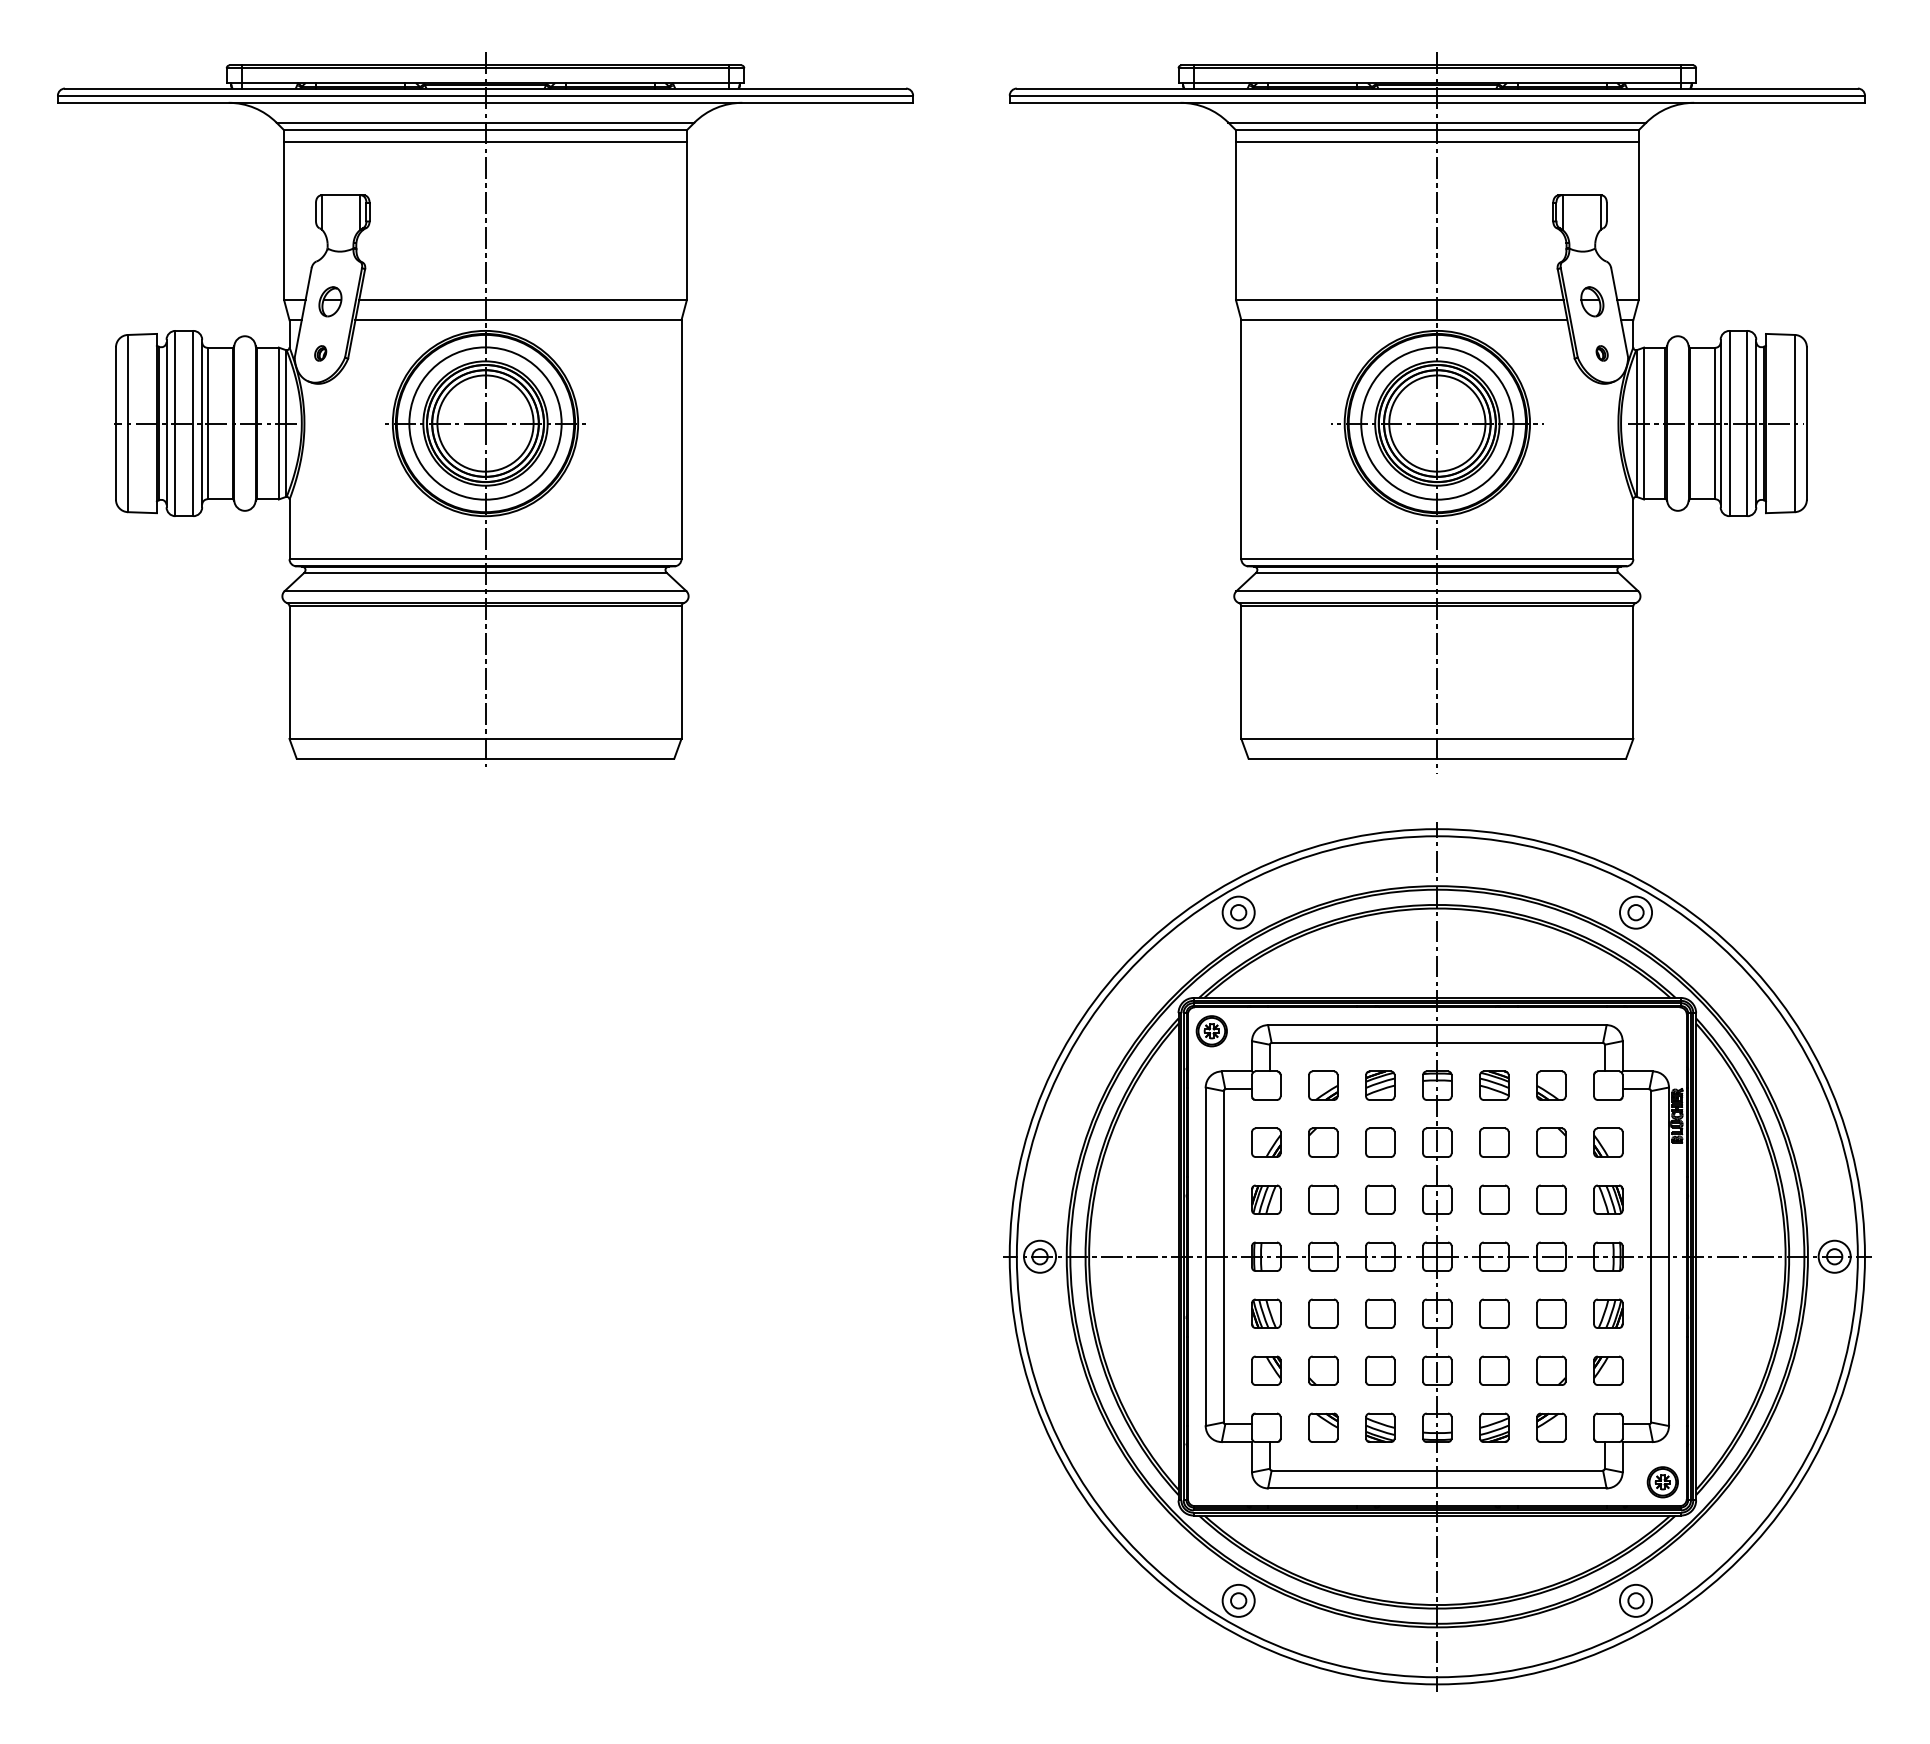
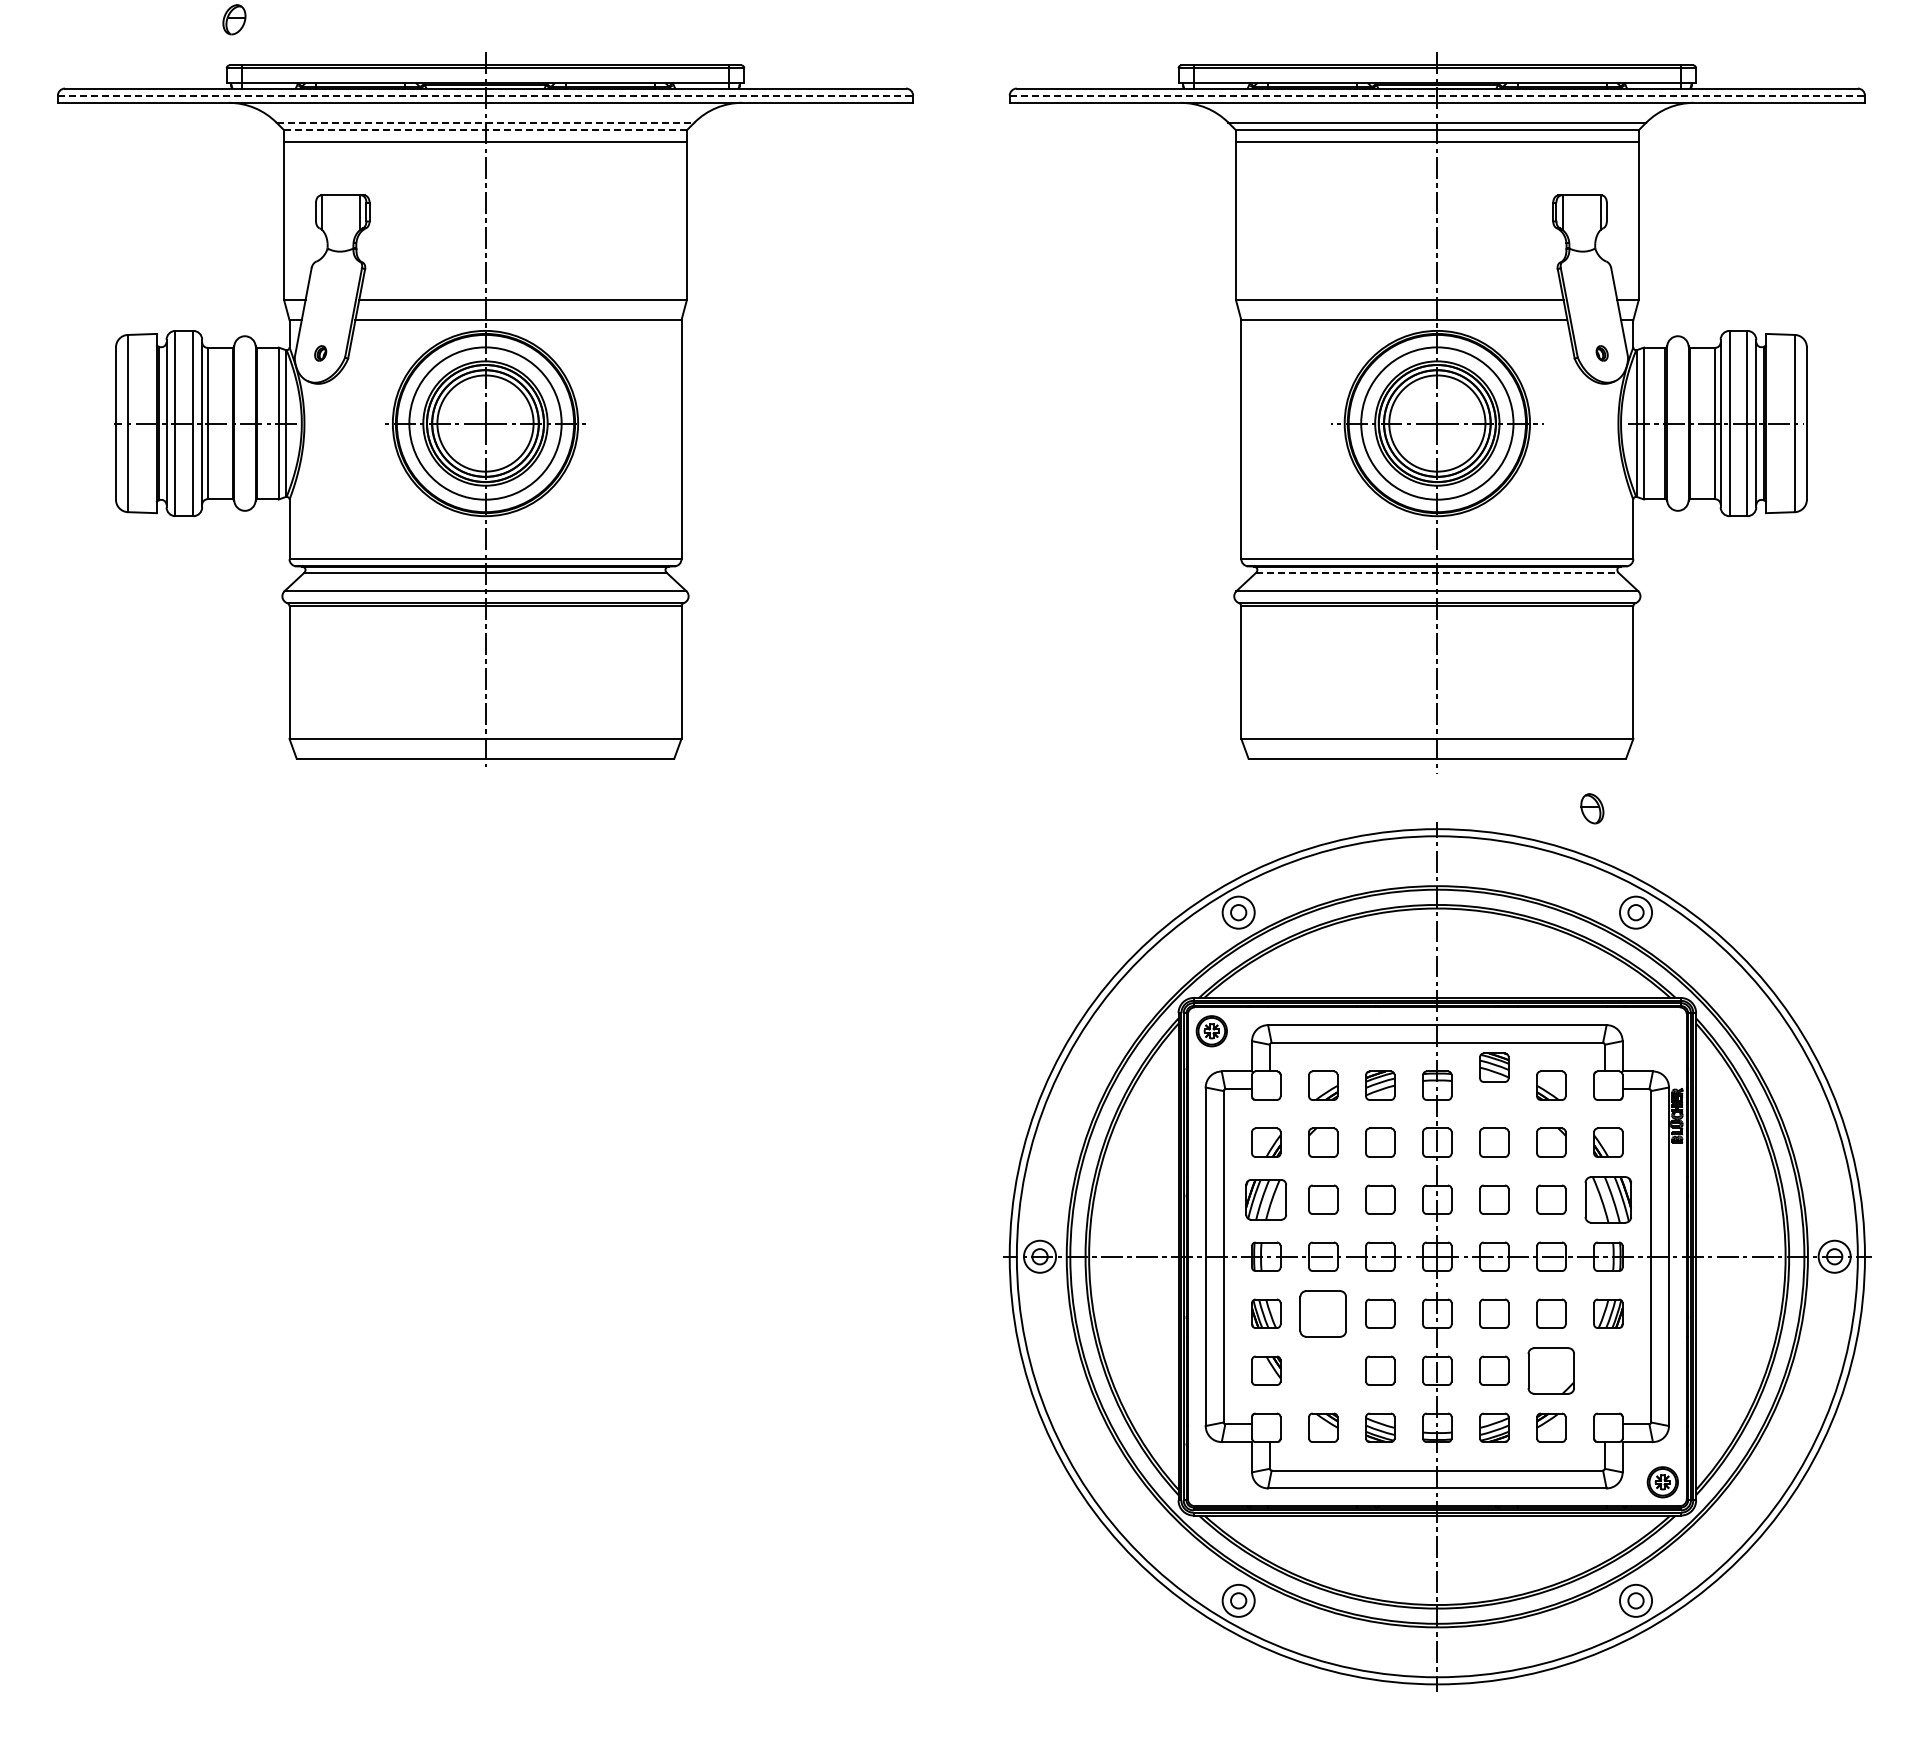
line at (485, 95): solid -> dashed
line at (1437, 95): solid -> dashed
line at (485, 122): solid -> dashed
line at (486, 130): solid -> dashed
part at (330, 301) position: (330, 301) -> (234, 19)
part at (1592, 301) position: (1592, 301) -> (1592, 808)
line at (1437, 572): solid -> dashed
part at (1494, 1085) position: (1494, 1085) -> (1494, 1067)
part at (1266, 1199) size: 31x31 px -> 42x42 px
part at (1608, 1199) size: 31x31 px -> 48x48 px
part at (1323, 1313) size: 31x31 px -> 48x48 px
part at (1323, 1370): present -> none
part at (1551, 1370) size: 31x31 px -> 48x48 px
part at (1608, 1370): present -> none
